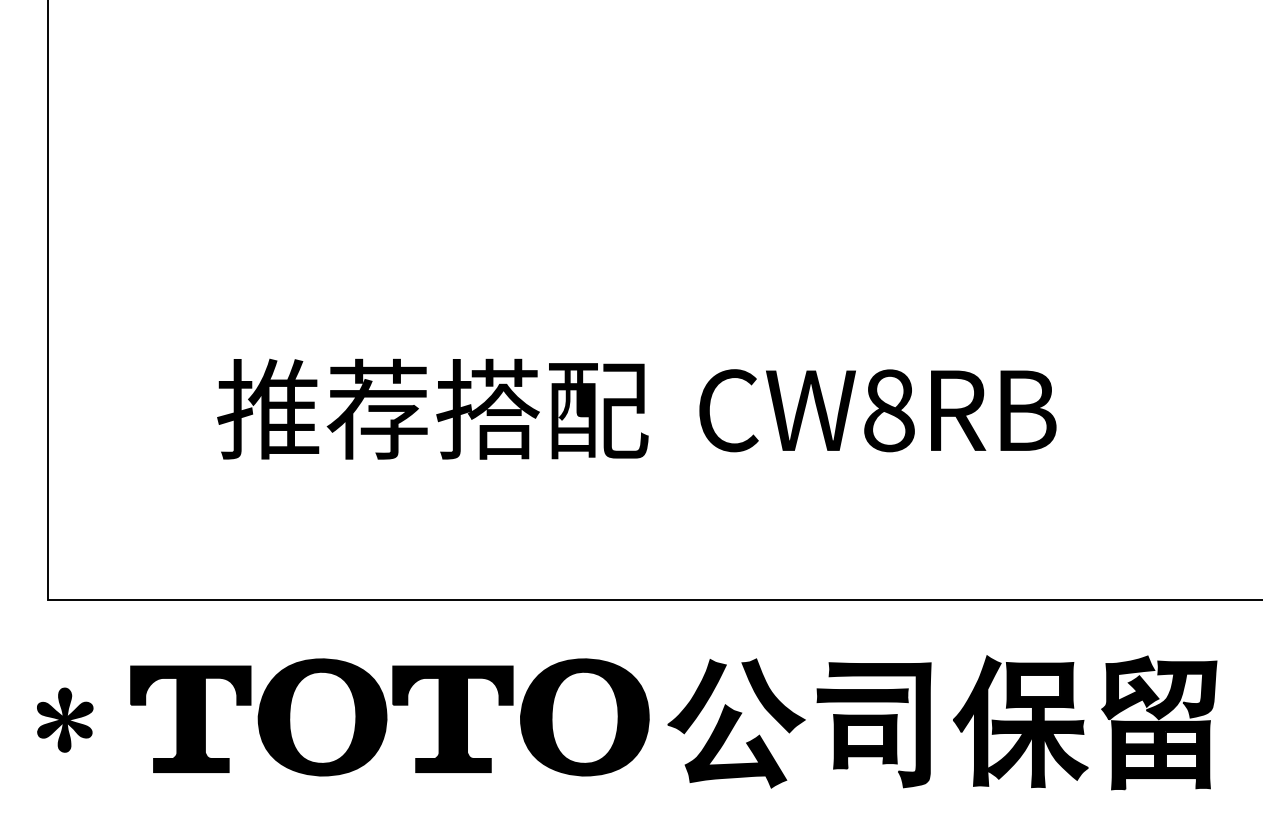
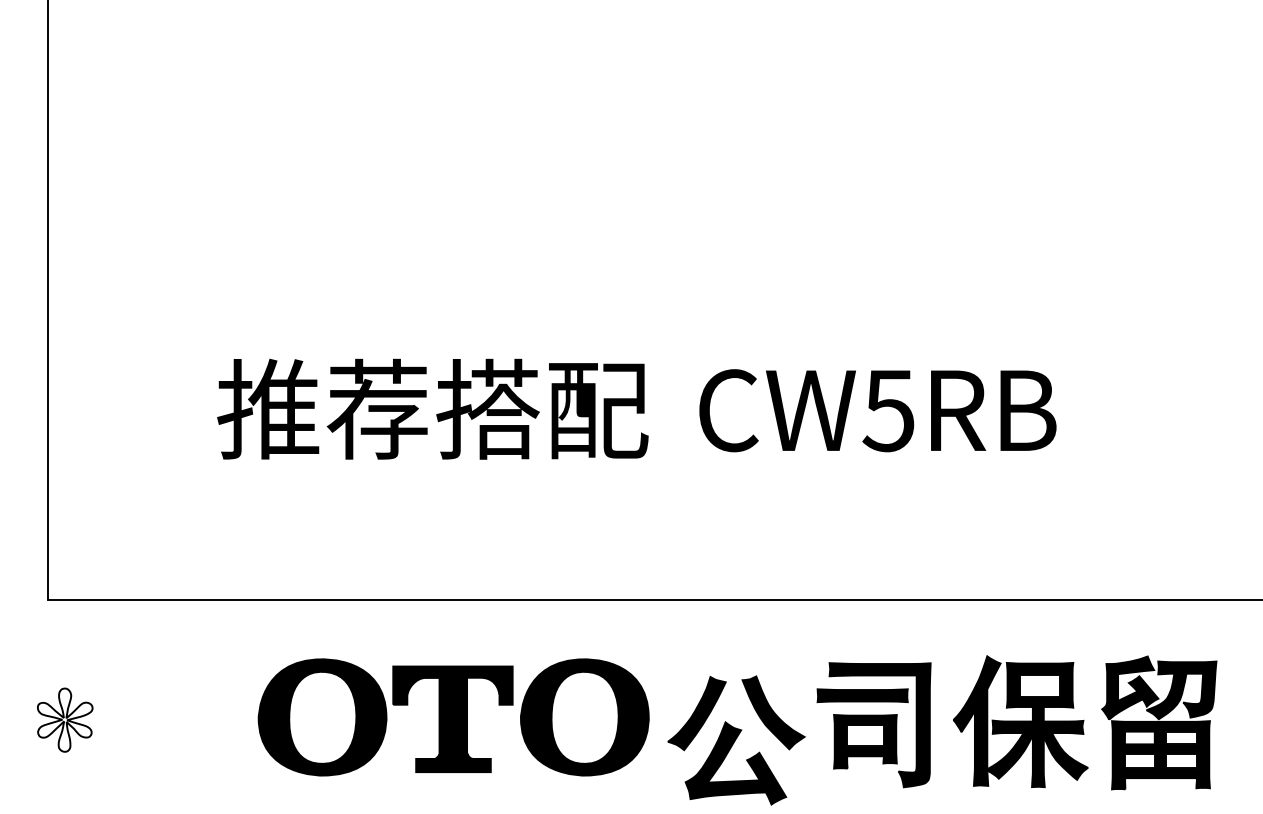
text at (888, 410): CW8RB -> CW5RB
part at (190, 718): present -> none
fill at (64, 719): present -> none
part at (736, 723) position: (736, 723) -> (736, 740)
